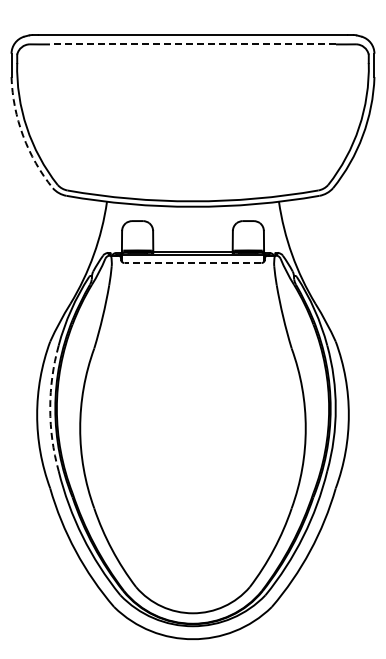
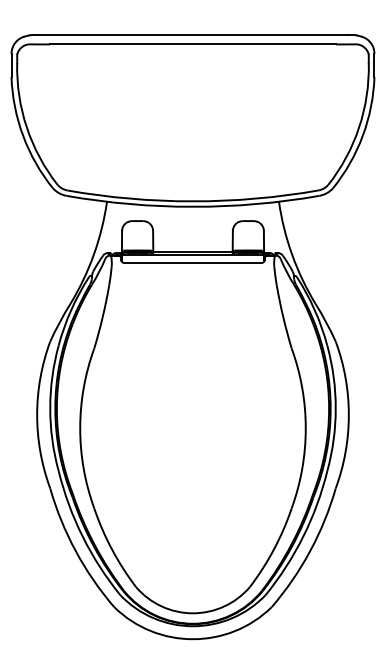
line at (192, 44): dashed -> solid
arc at (23, 136): dashed -> solid
line at (192, 263): dashed -> solid
arc at (50, 408): dashed -> solid
